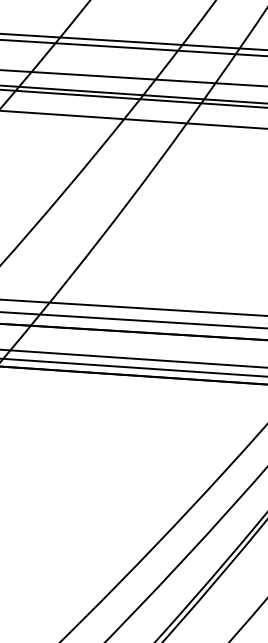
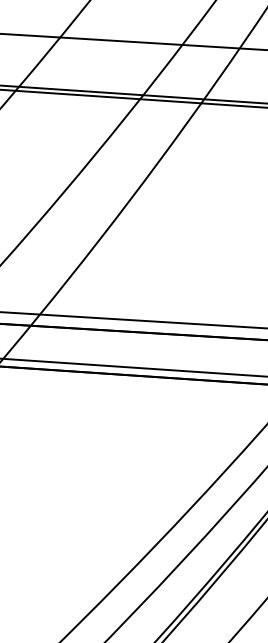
line at (133, 48): present -> none
line at (133, 78): present -> none
line at (133, 119): present -> none
line at (133, 307): present -> none
line at (133, 358): present -> none
